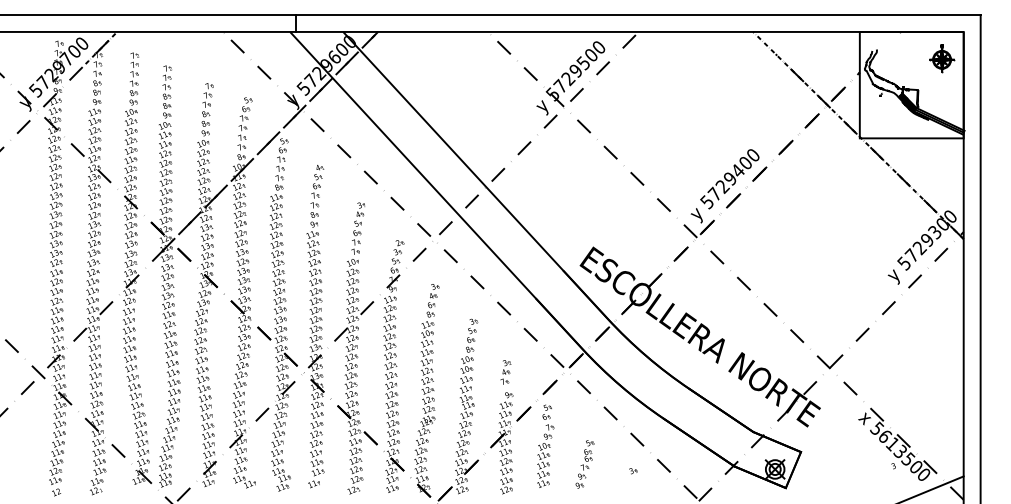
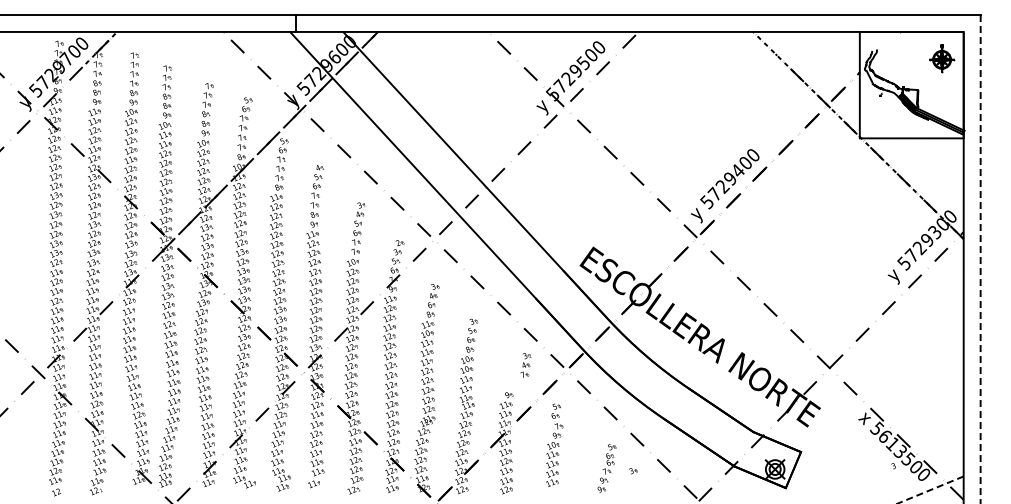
line at (980, 259): solid -> dashed
part at (505, 372) position: (505, 372) -> (525, 365)
part at (545, 445) position: (545, 445) -> (554, 444)
part at (584, 464) position: (584, 464) -> (606, 468)
line at (930, 490): solid -> dashed
